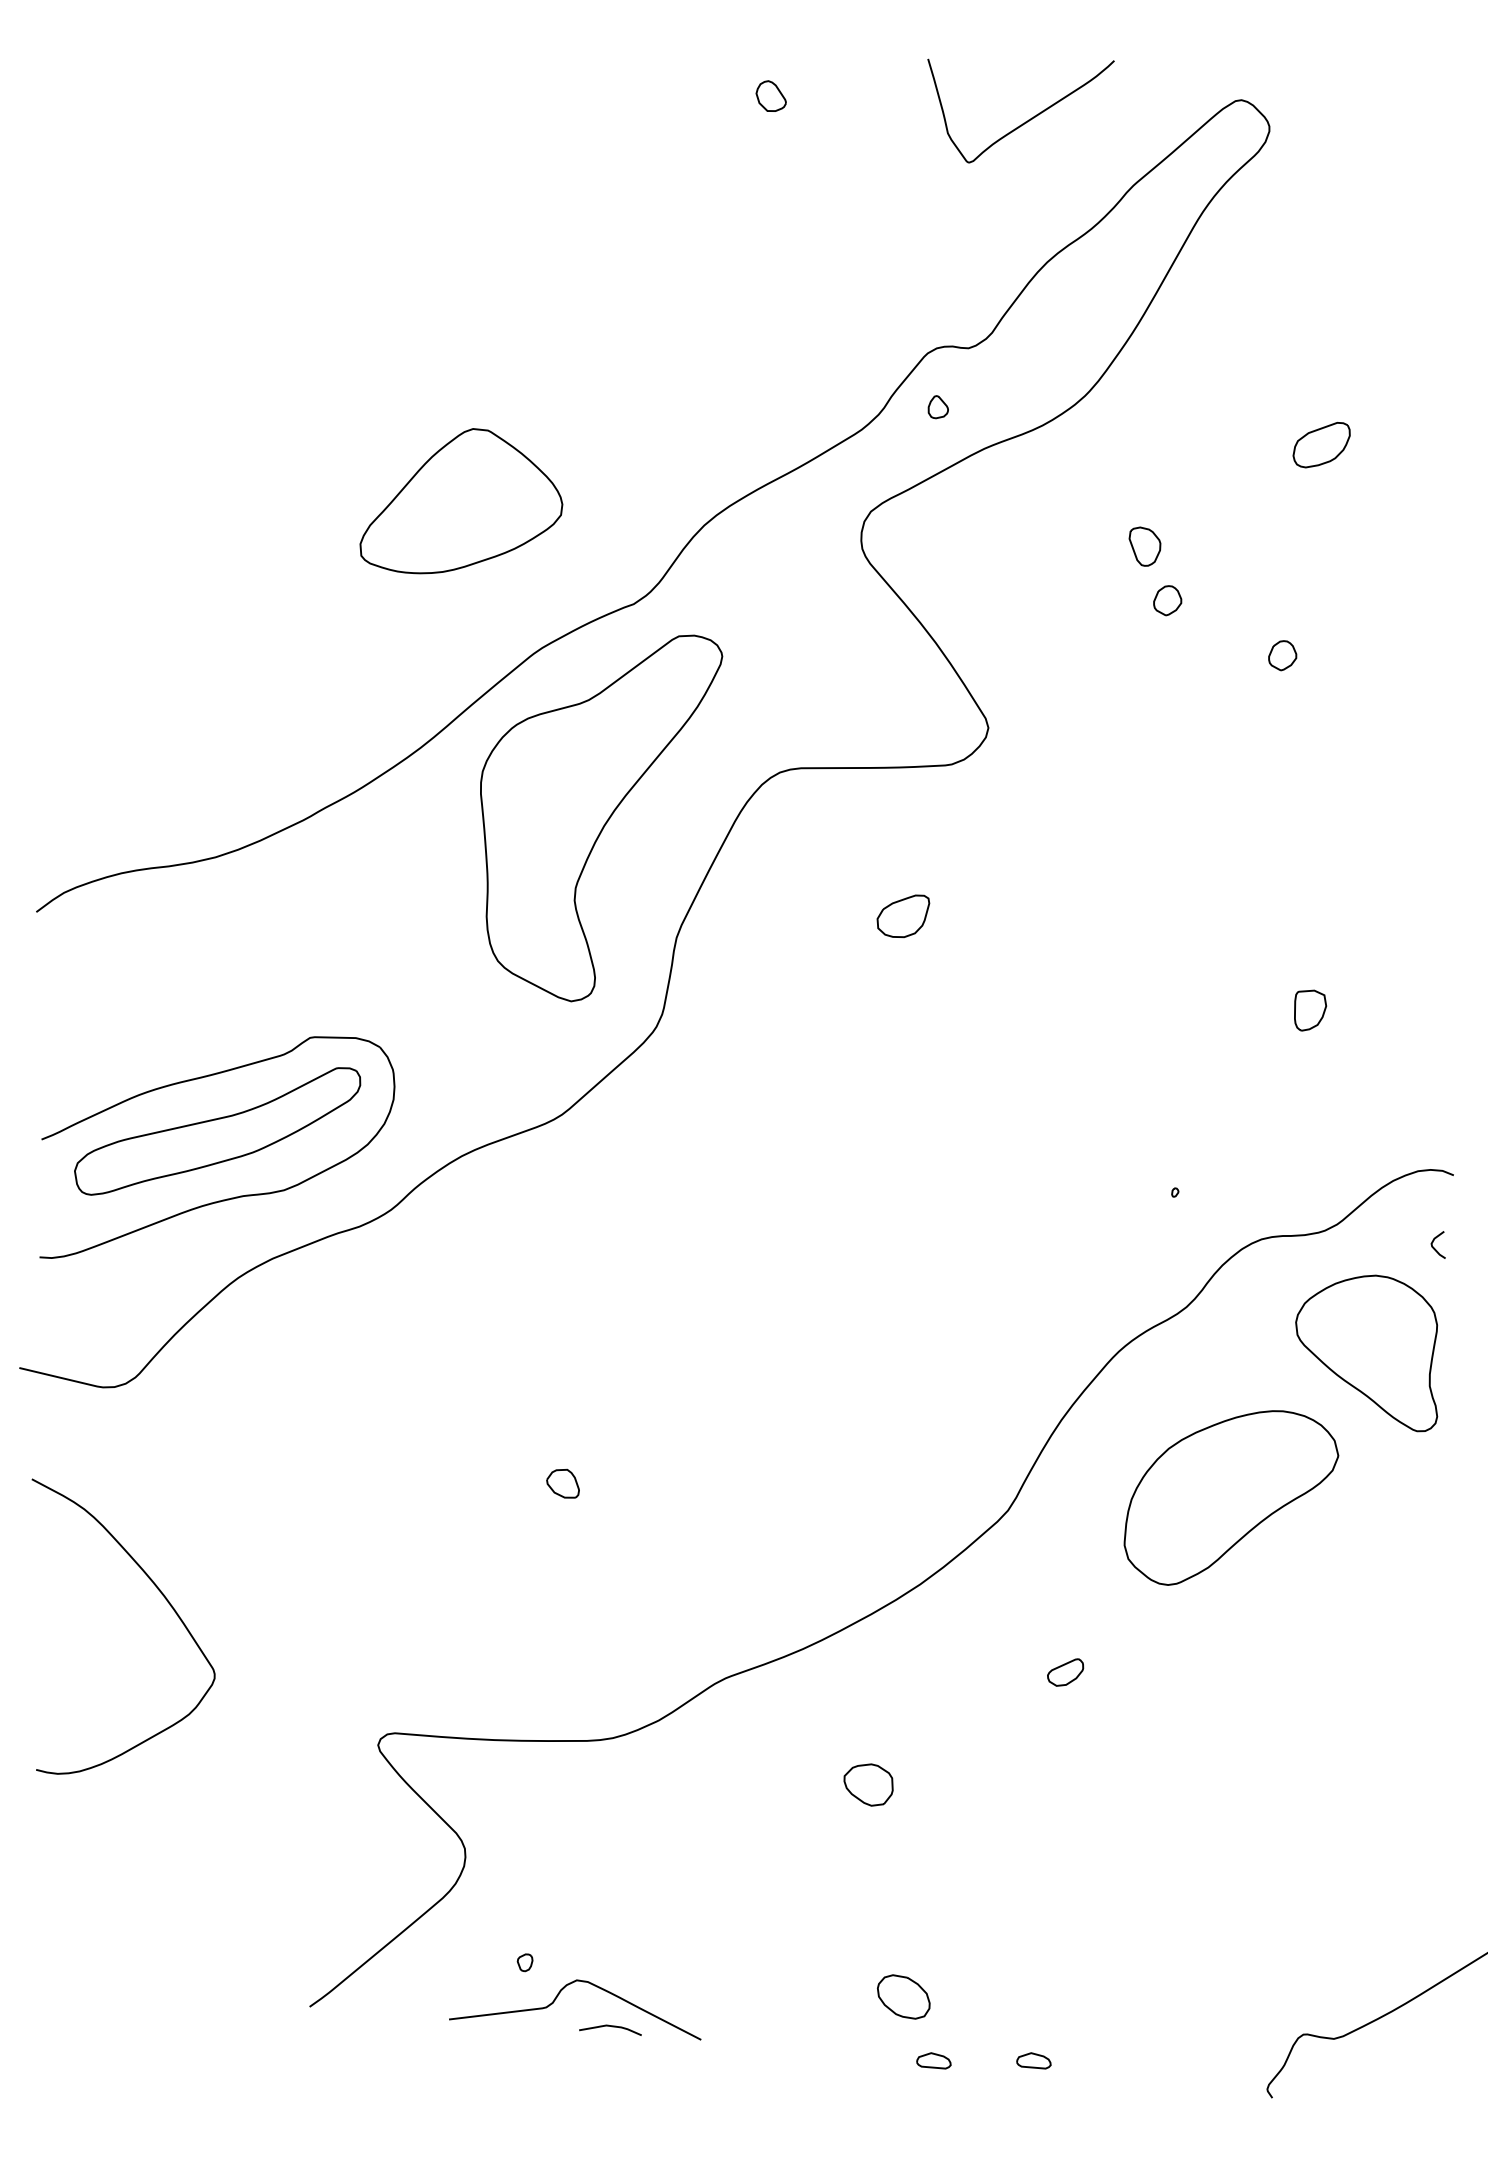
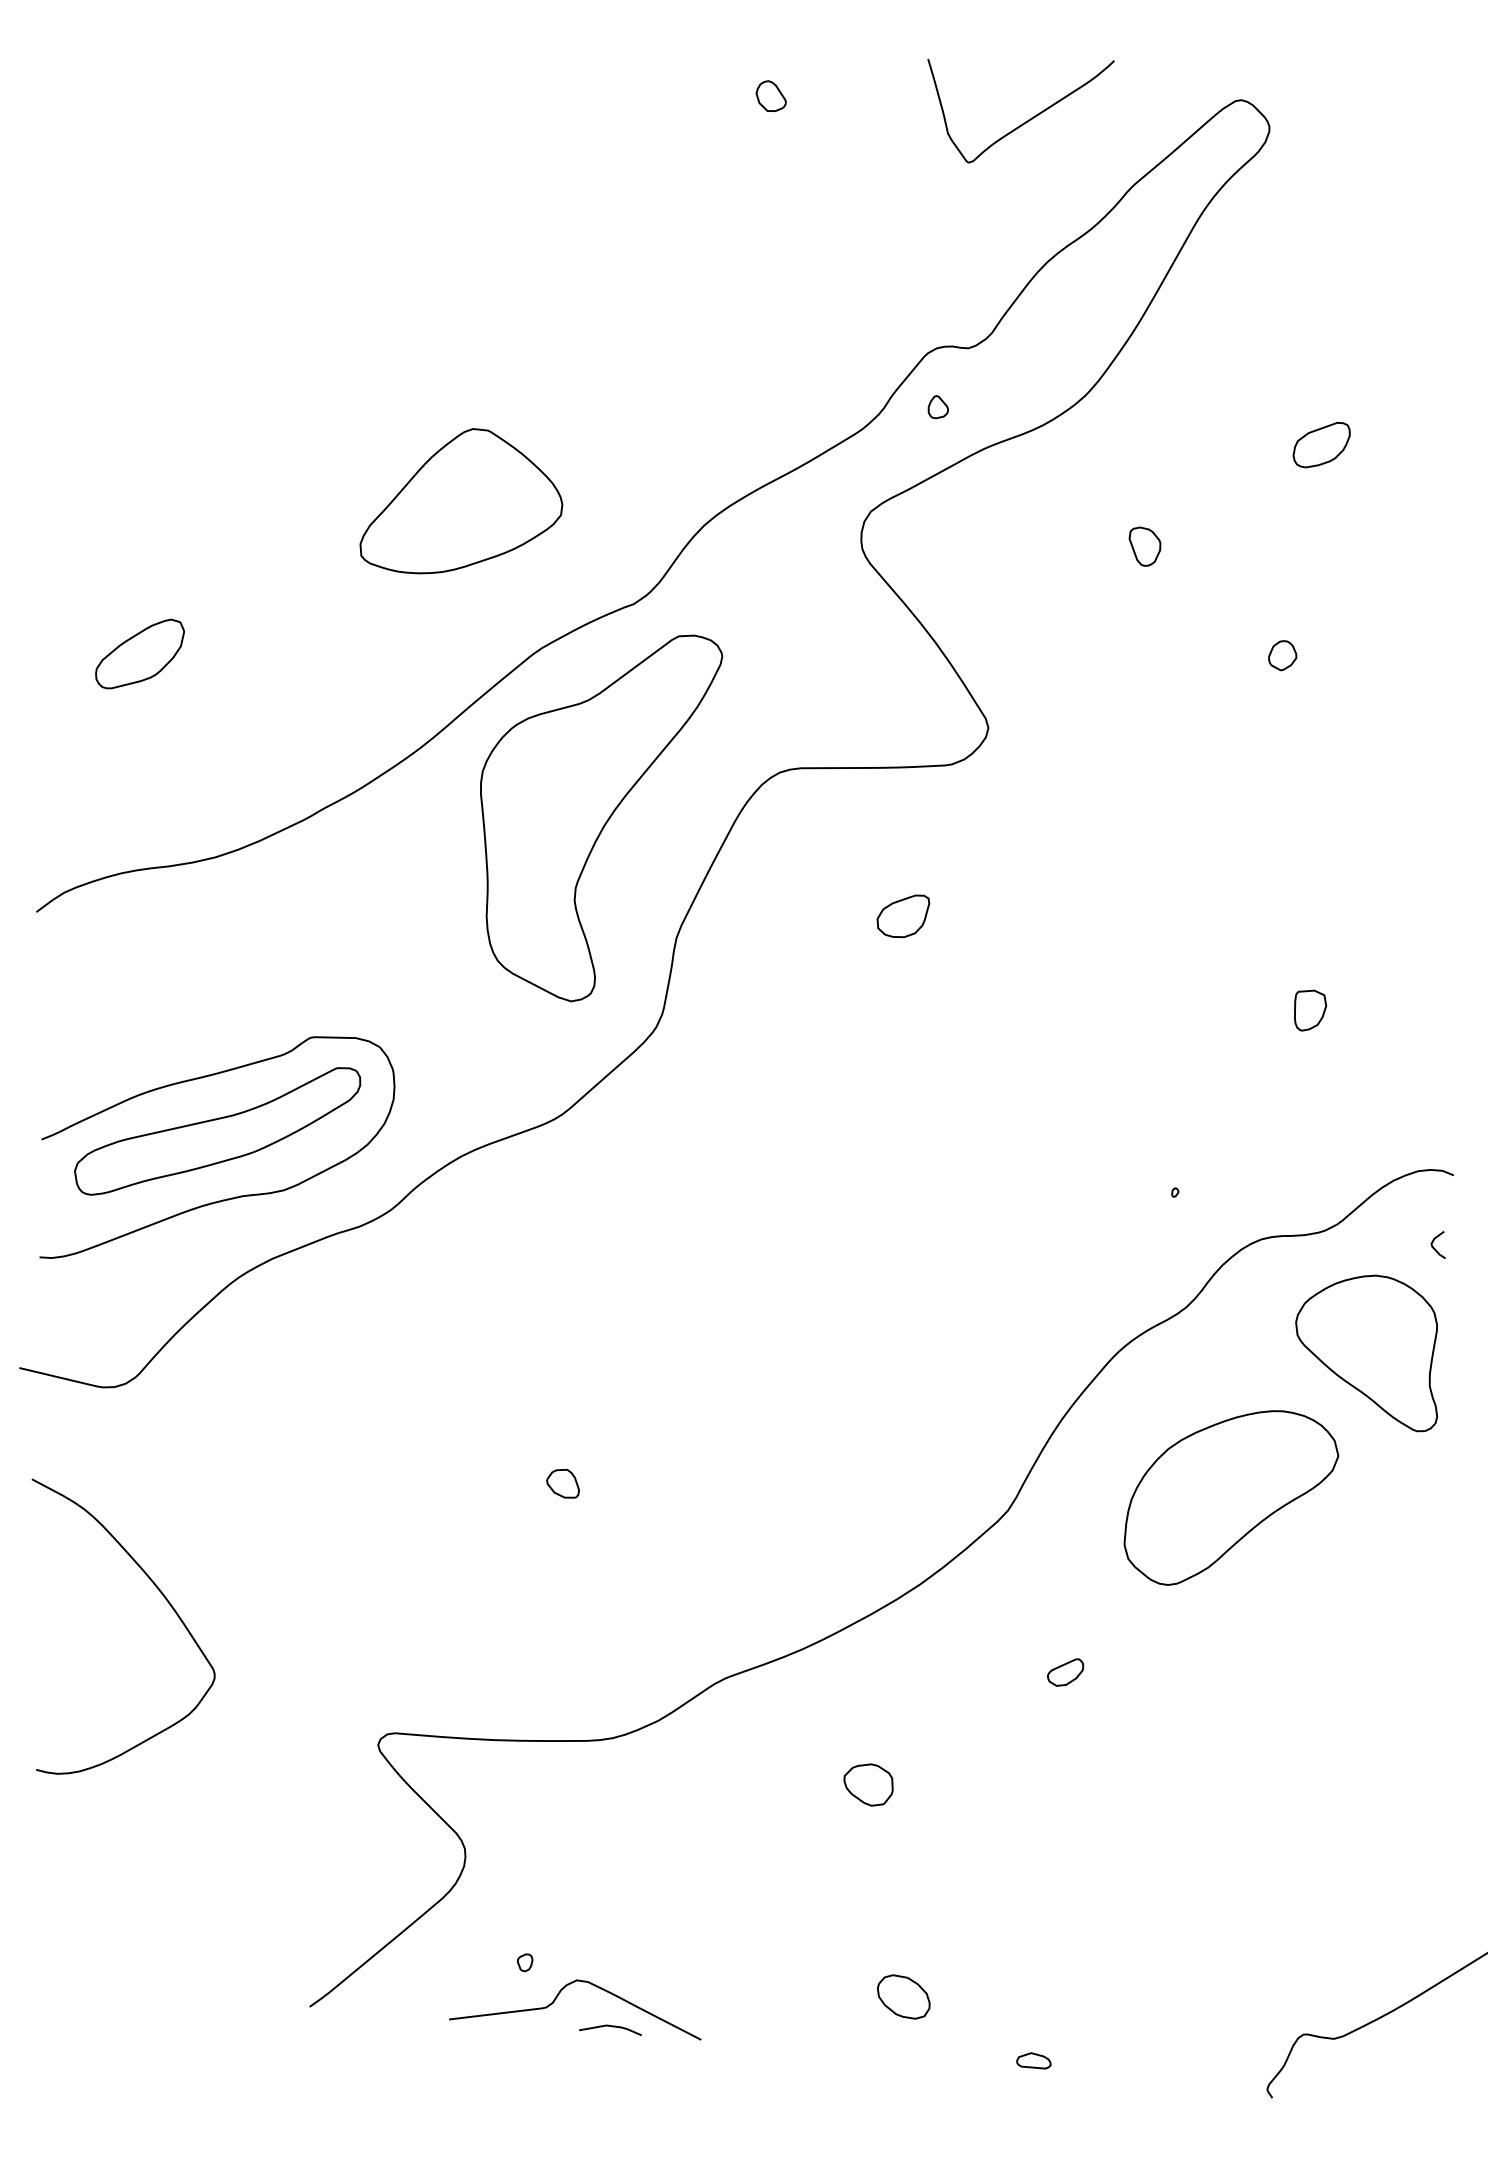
part at (1167, 600): present -> none
part at (139, 653): none -> present
part at (933, 2060): present -> none
